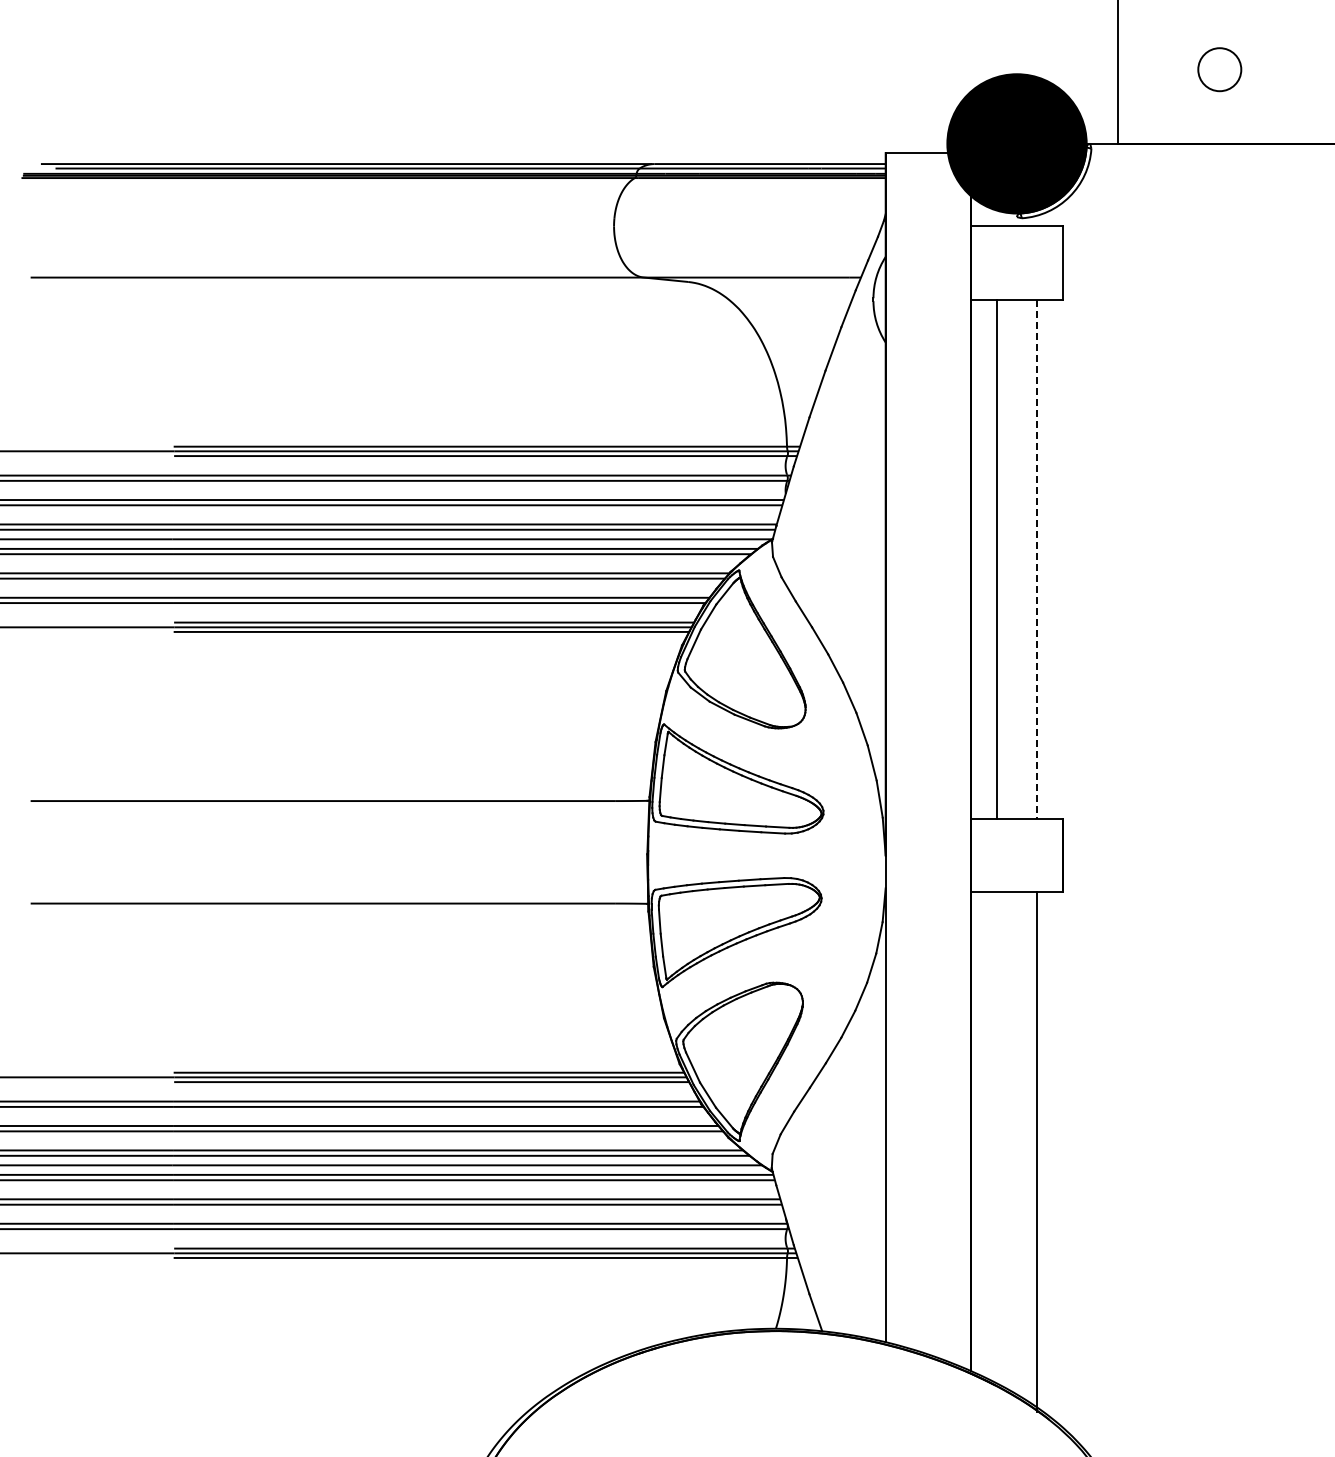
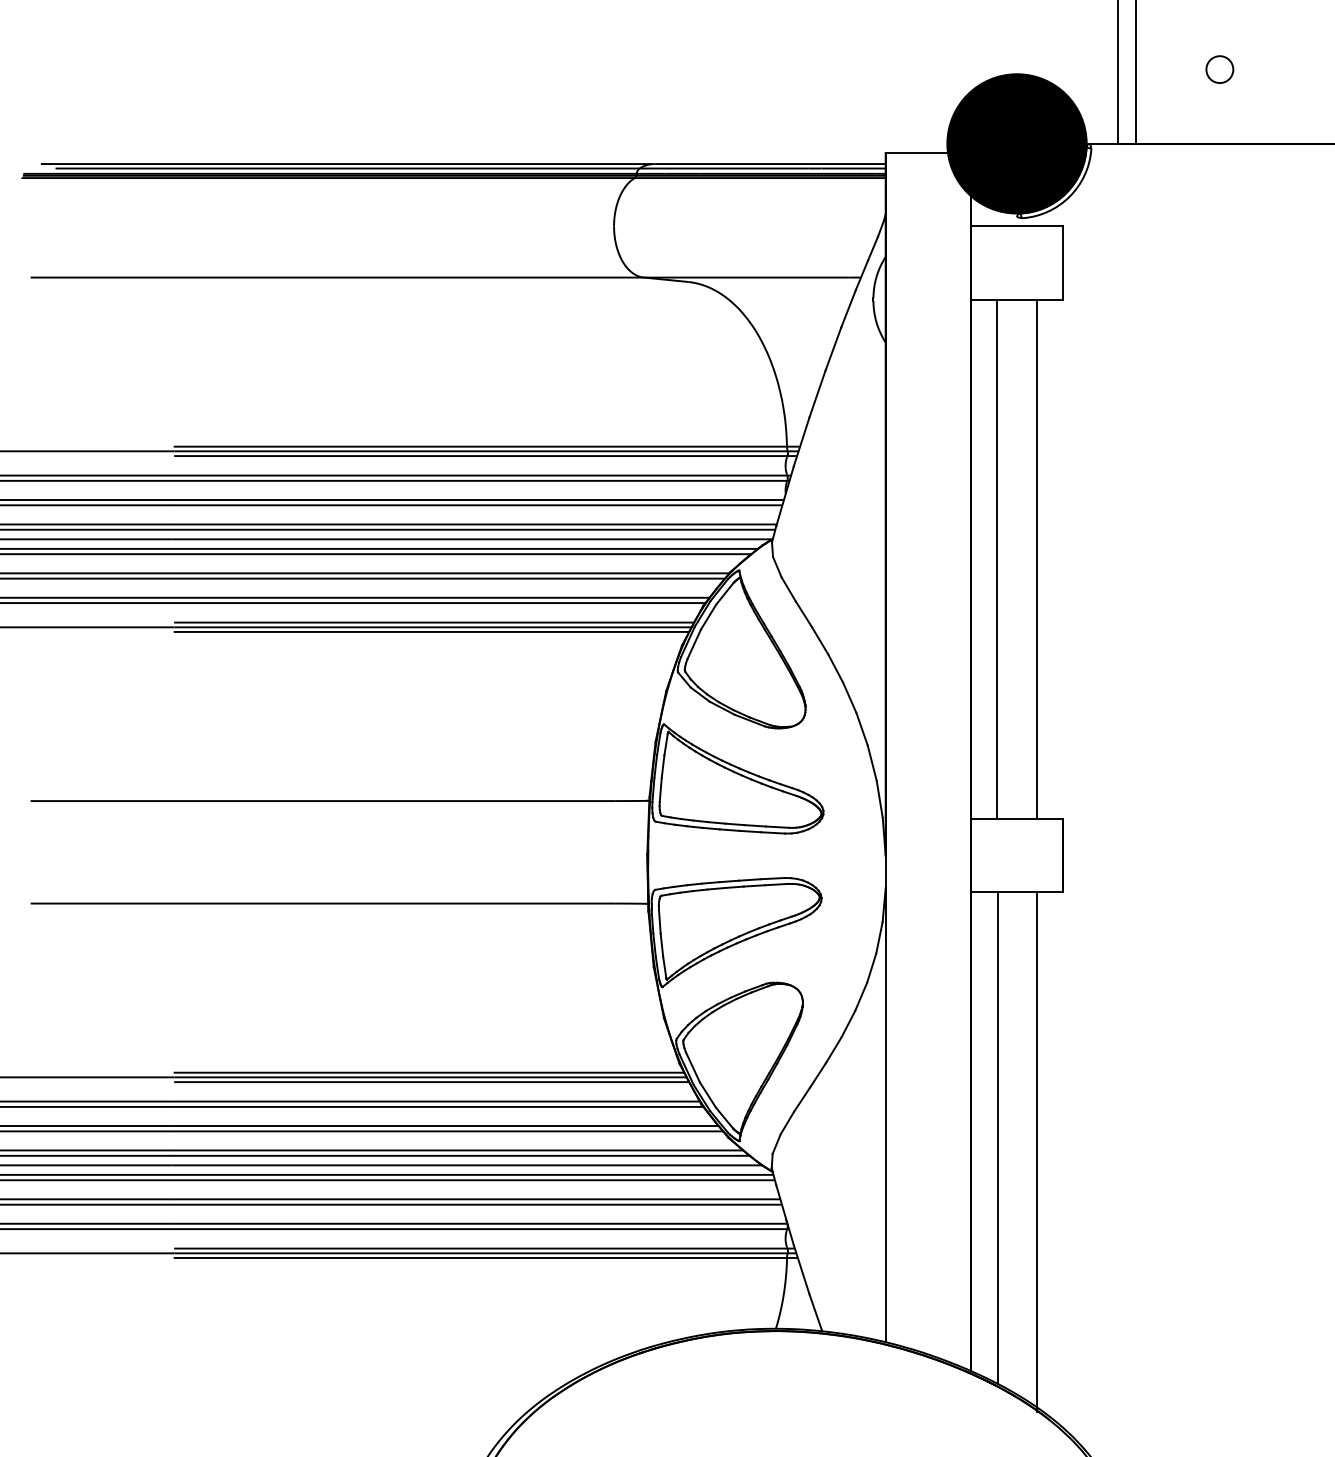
circle at (1219, 69) size: 46x46 px -> 30x29 px
line at (1136, 72): none -> present
line at (1036, 559): dashed -> solid
line at (997, 1137): none -> present
